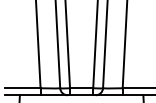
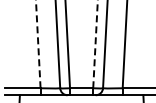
line at (38, 43): solid -> dashed
line at (95, 43): solid -> dashed
